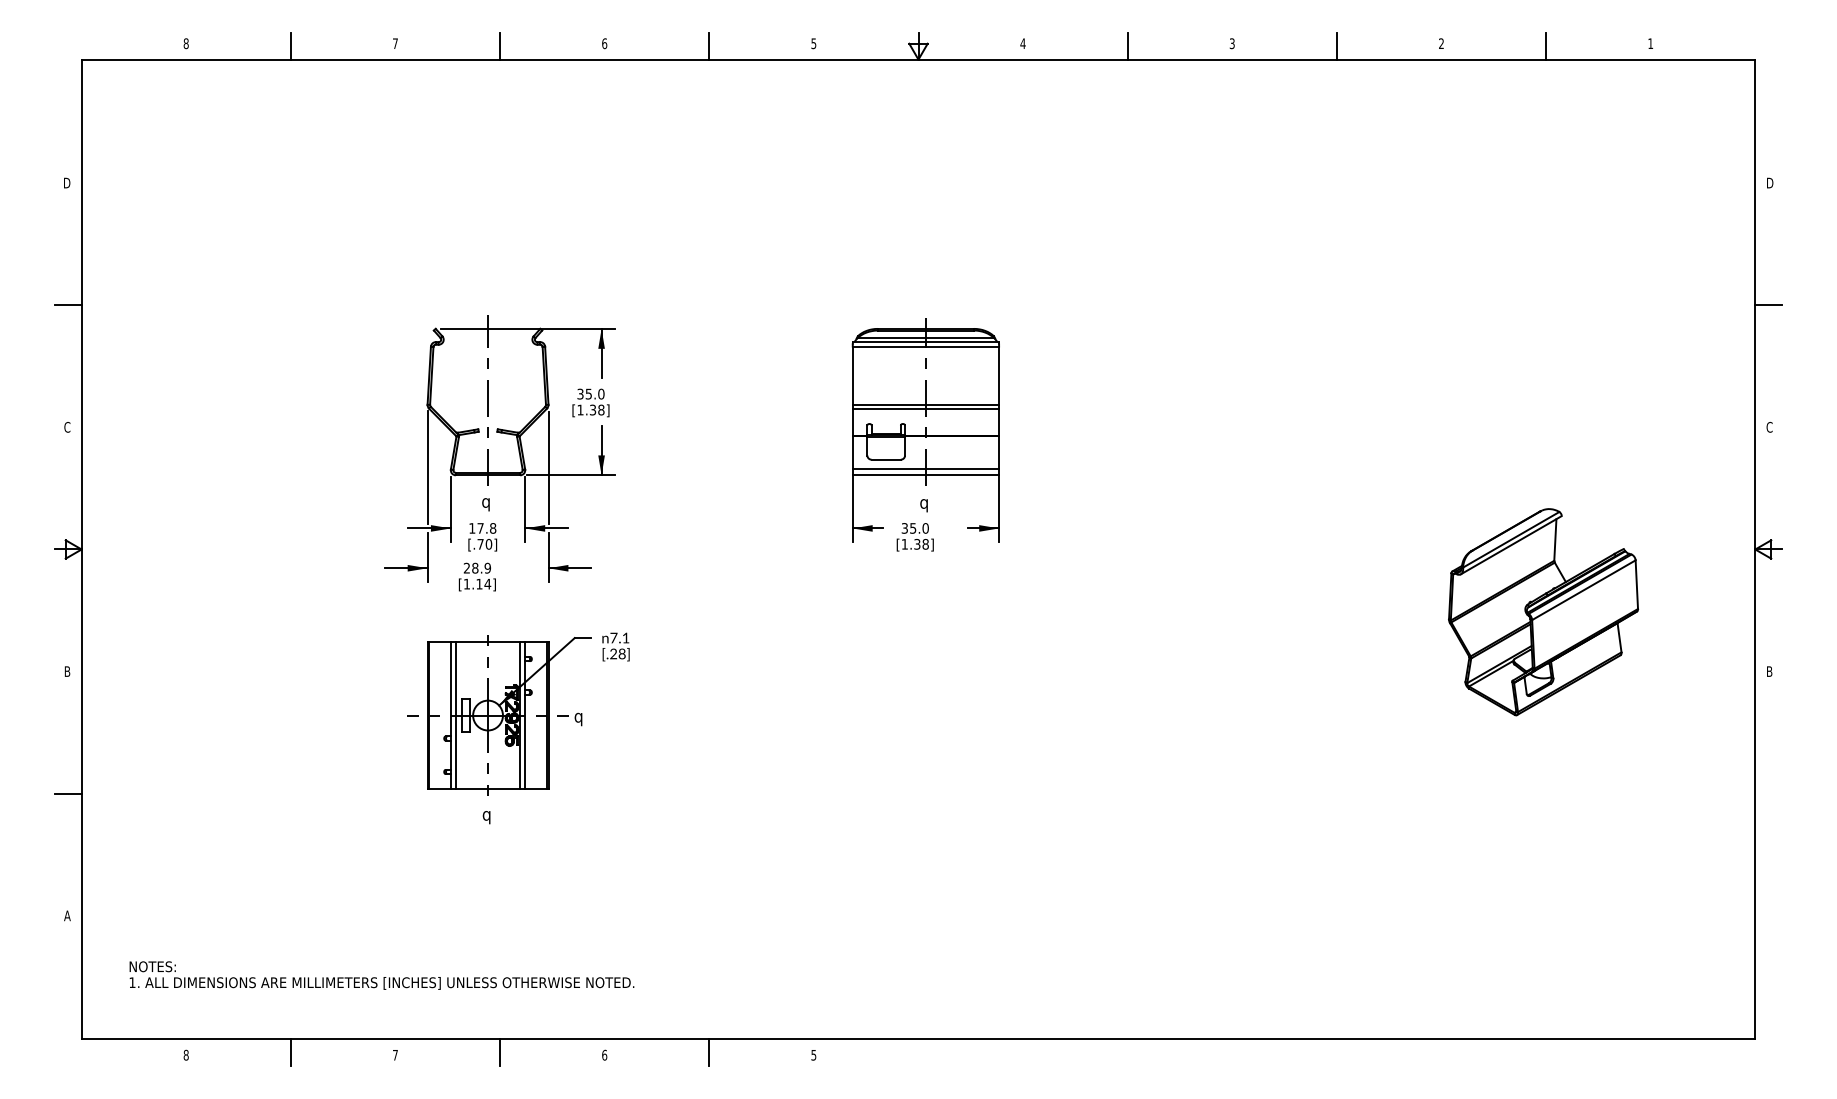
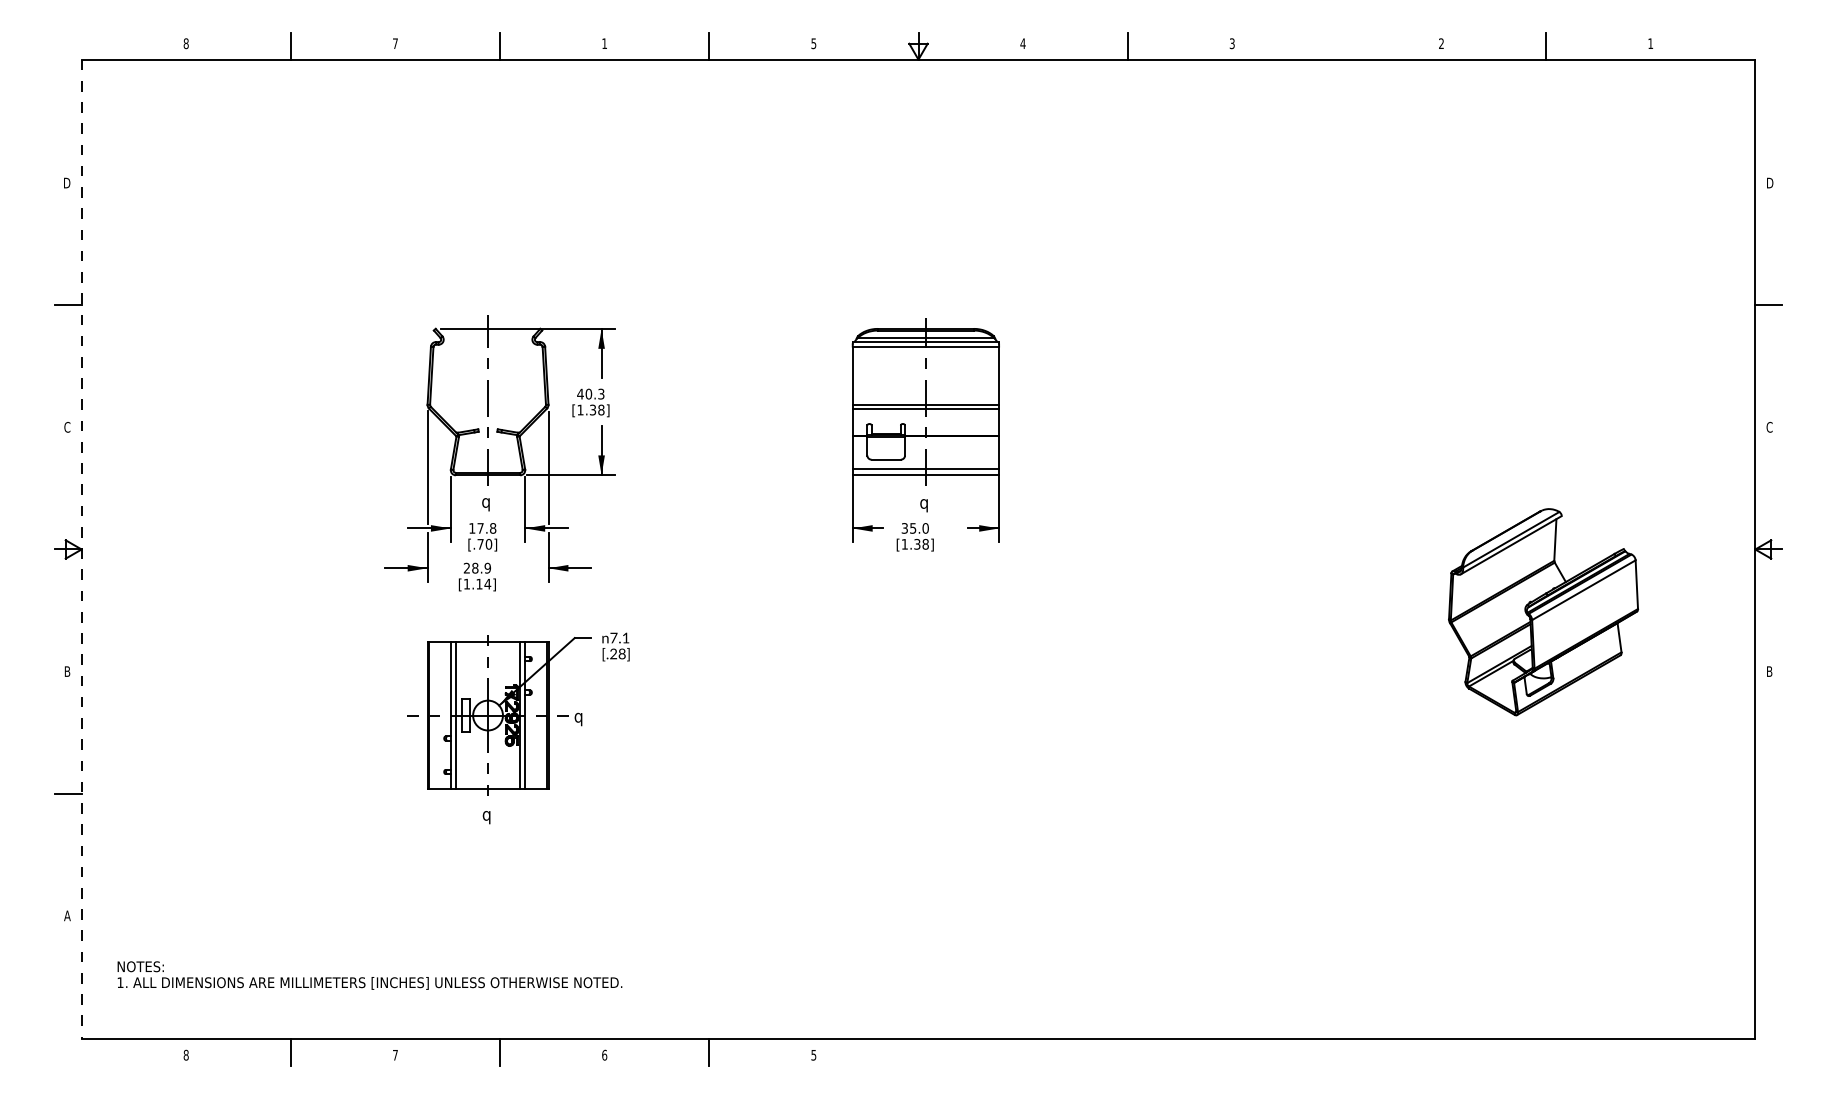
text at (604, 43): 6 -> 1
line at (1336, 46): present -> none
text at (590, 393): 35.0 -> 40.3
line at (81, 549): solid -> dashed
text at (381, 975) position: (381, 975) -> (369, 975)
